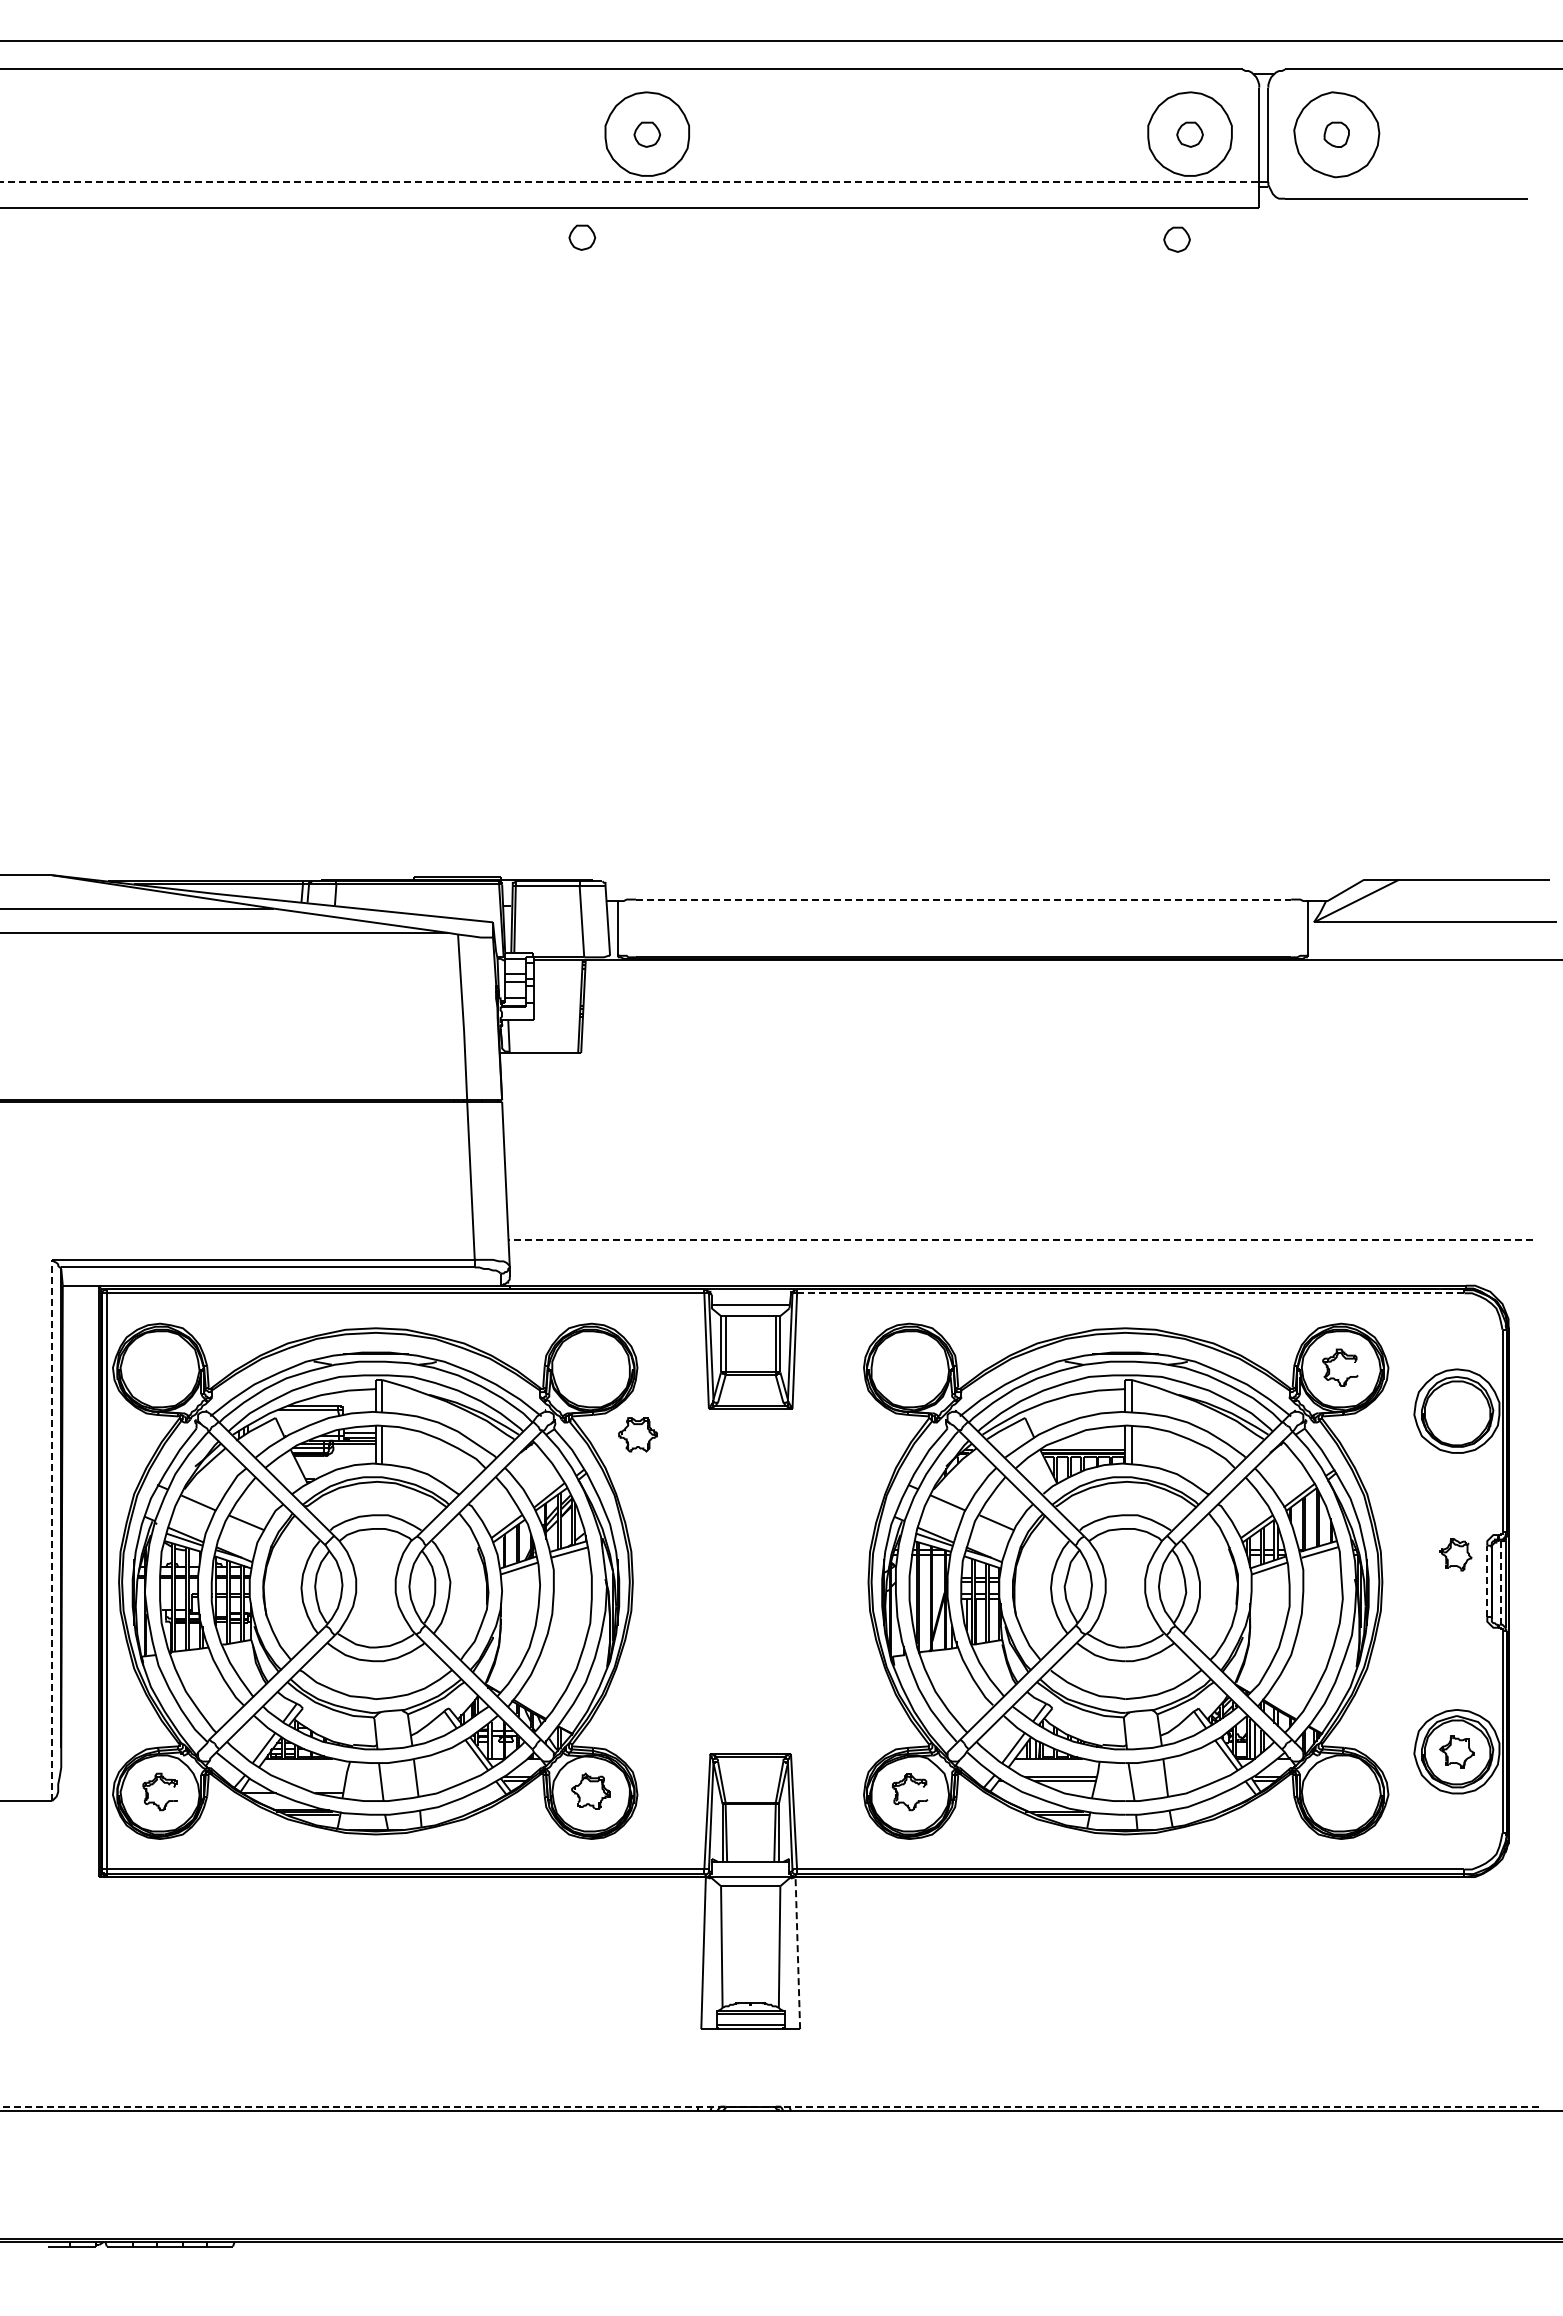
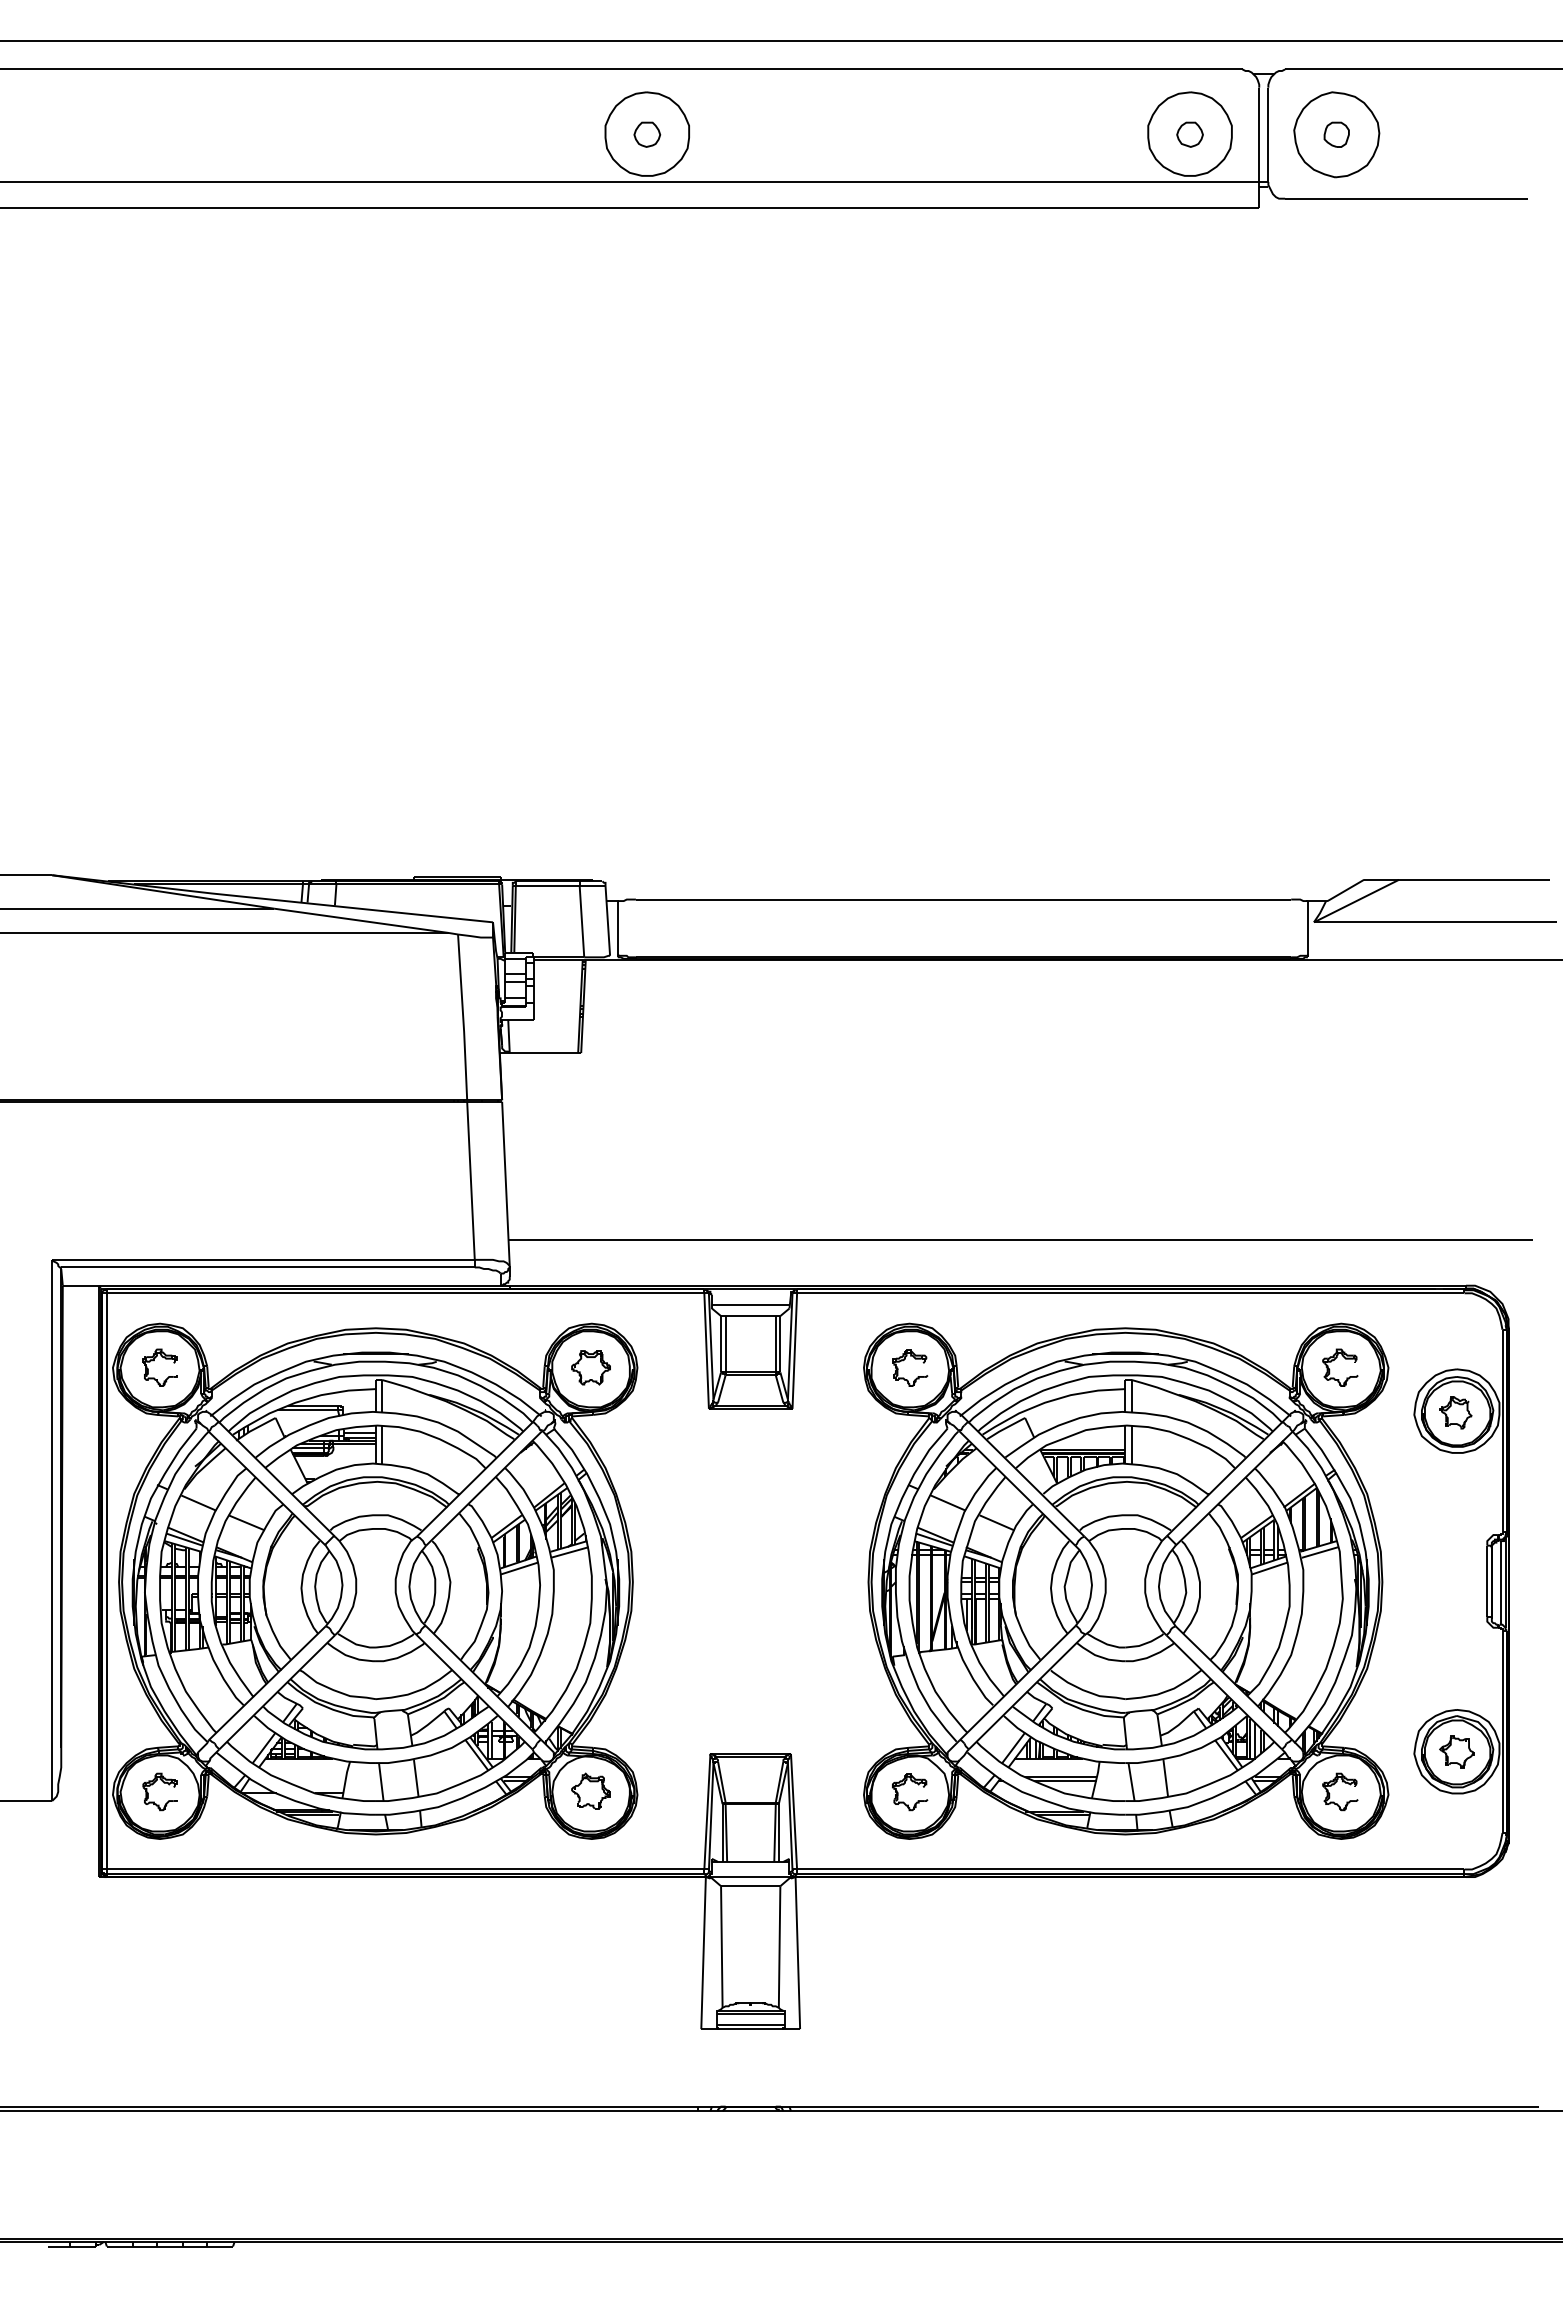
line at (630, 181): dashed -> solid
part at (582, 237): present -> none
part at (1176, 239): present -> none
line at (963, 899): dashed -> solid
line at (1020, 1240): dashed -> solid
line at (1130, 1293): dashed -> solid
part at (904, 1360): none -> present
part at (154, 1361): none -> present
part at (637, 1434) position: (637, 1434) -> (590, 1367)
line at (52, 1530): dashed -> solid
part at (1455, 1554) position: (1455, 1554) -> (1455, 1412)
line at (1487, 1581): dashed -> solid
line at (1500, 1582): dashed -> solid
part at (1342, 1782): none -> present
line at (797, 1952): dashed -> solid
line at (770, 2106): dashed -> solid
